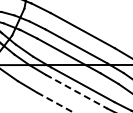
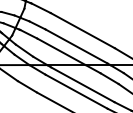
line at (77, 91): dashed -> solid
line at (55, 102): dashed -> solid
